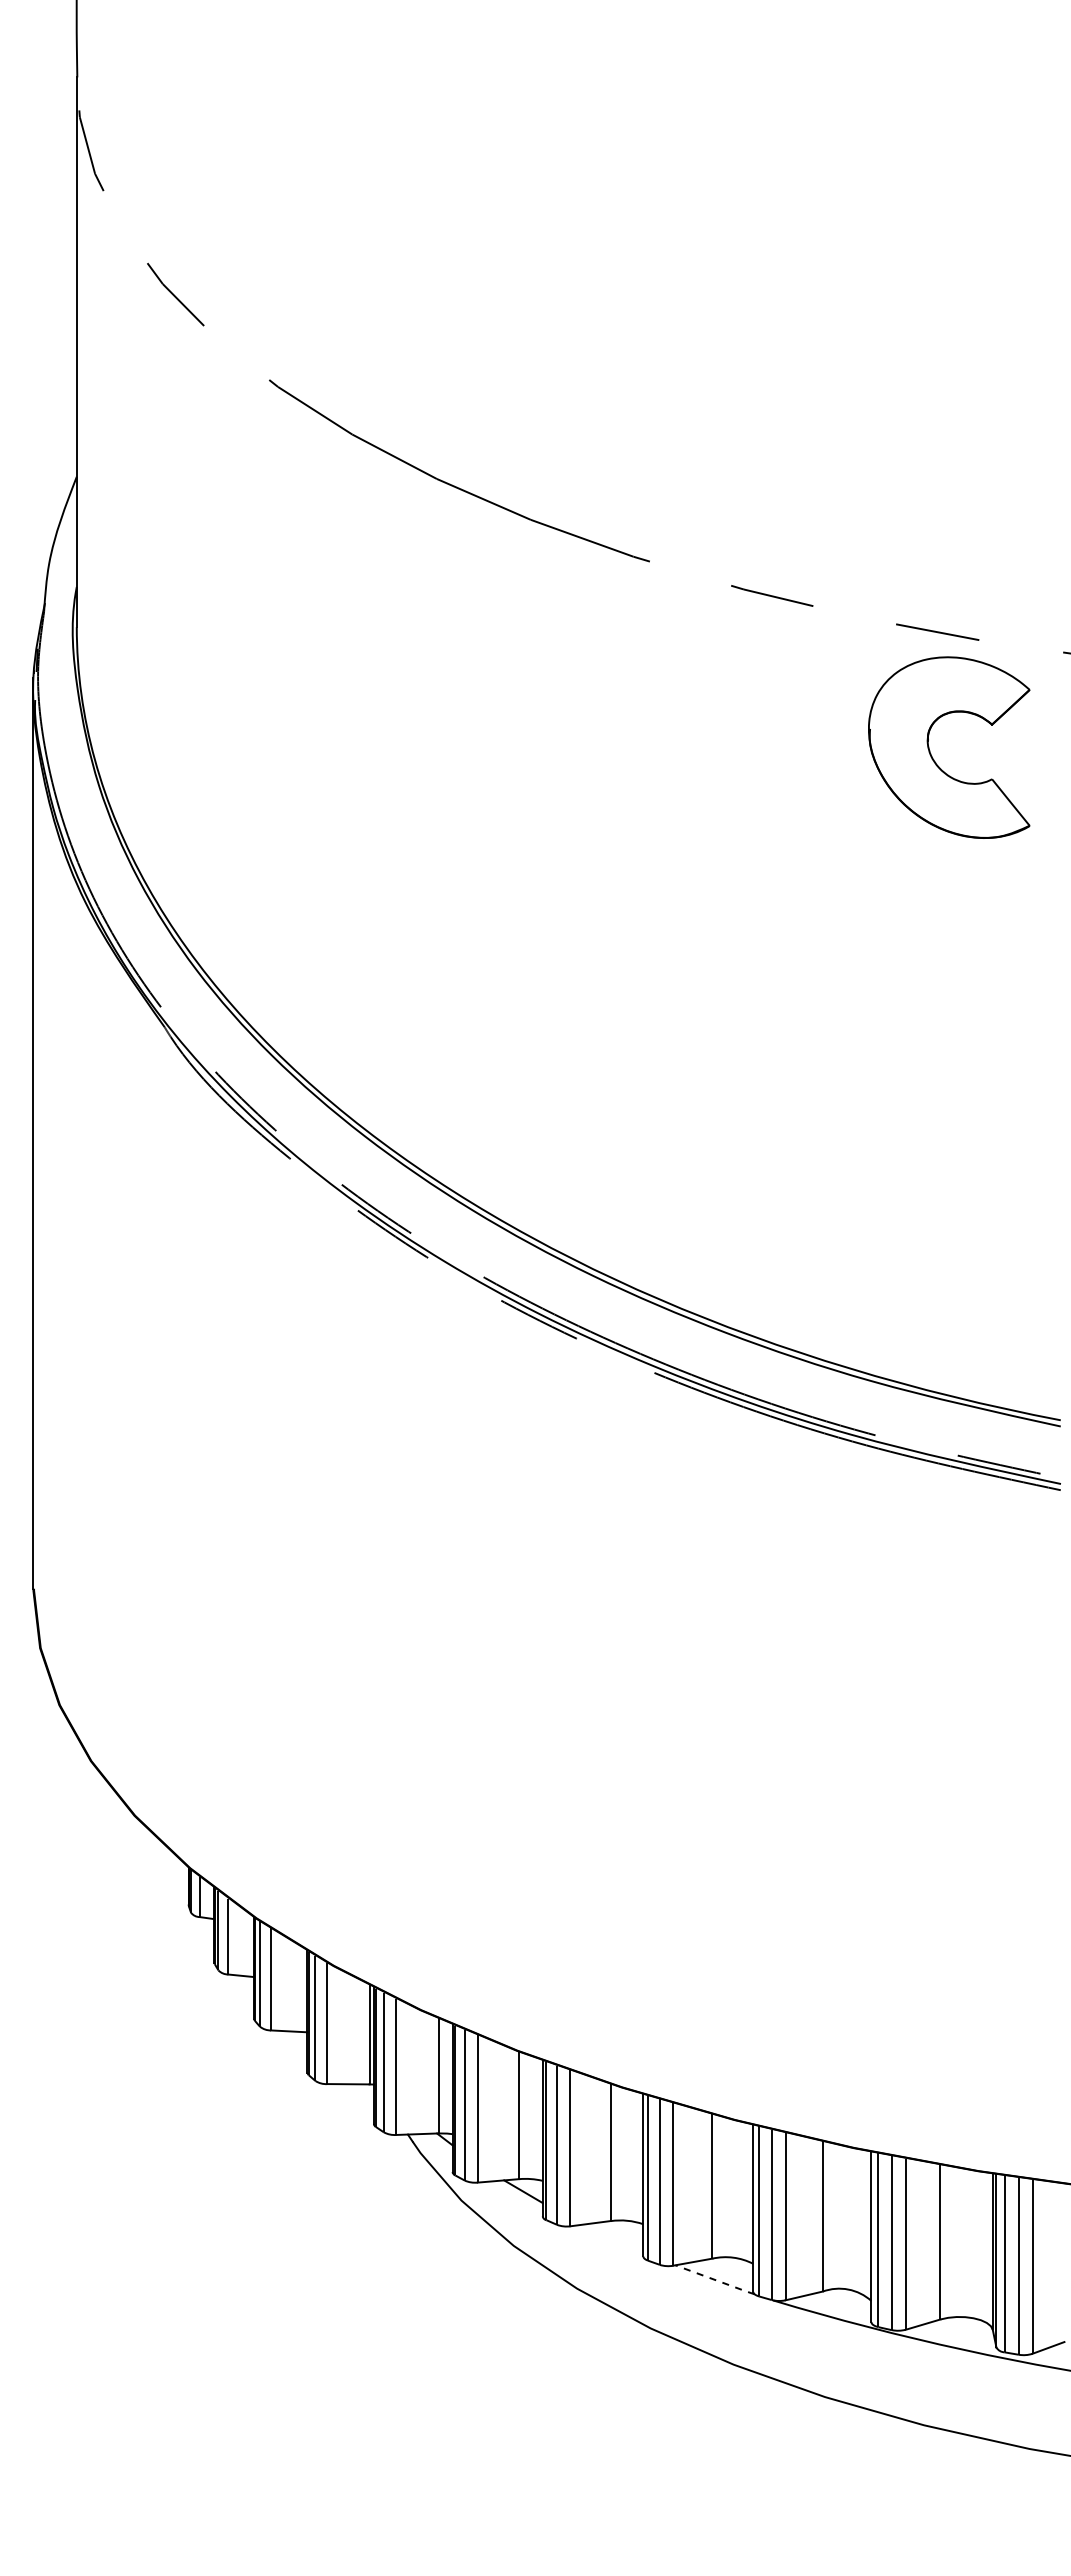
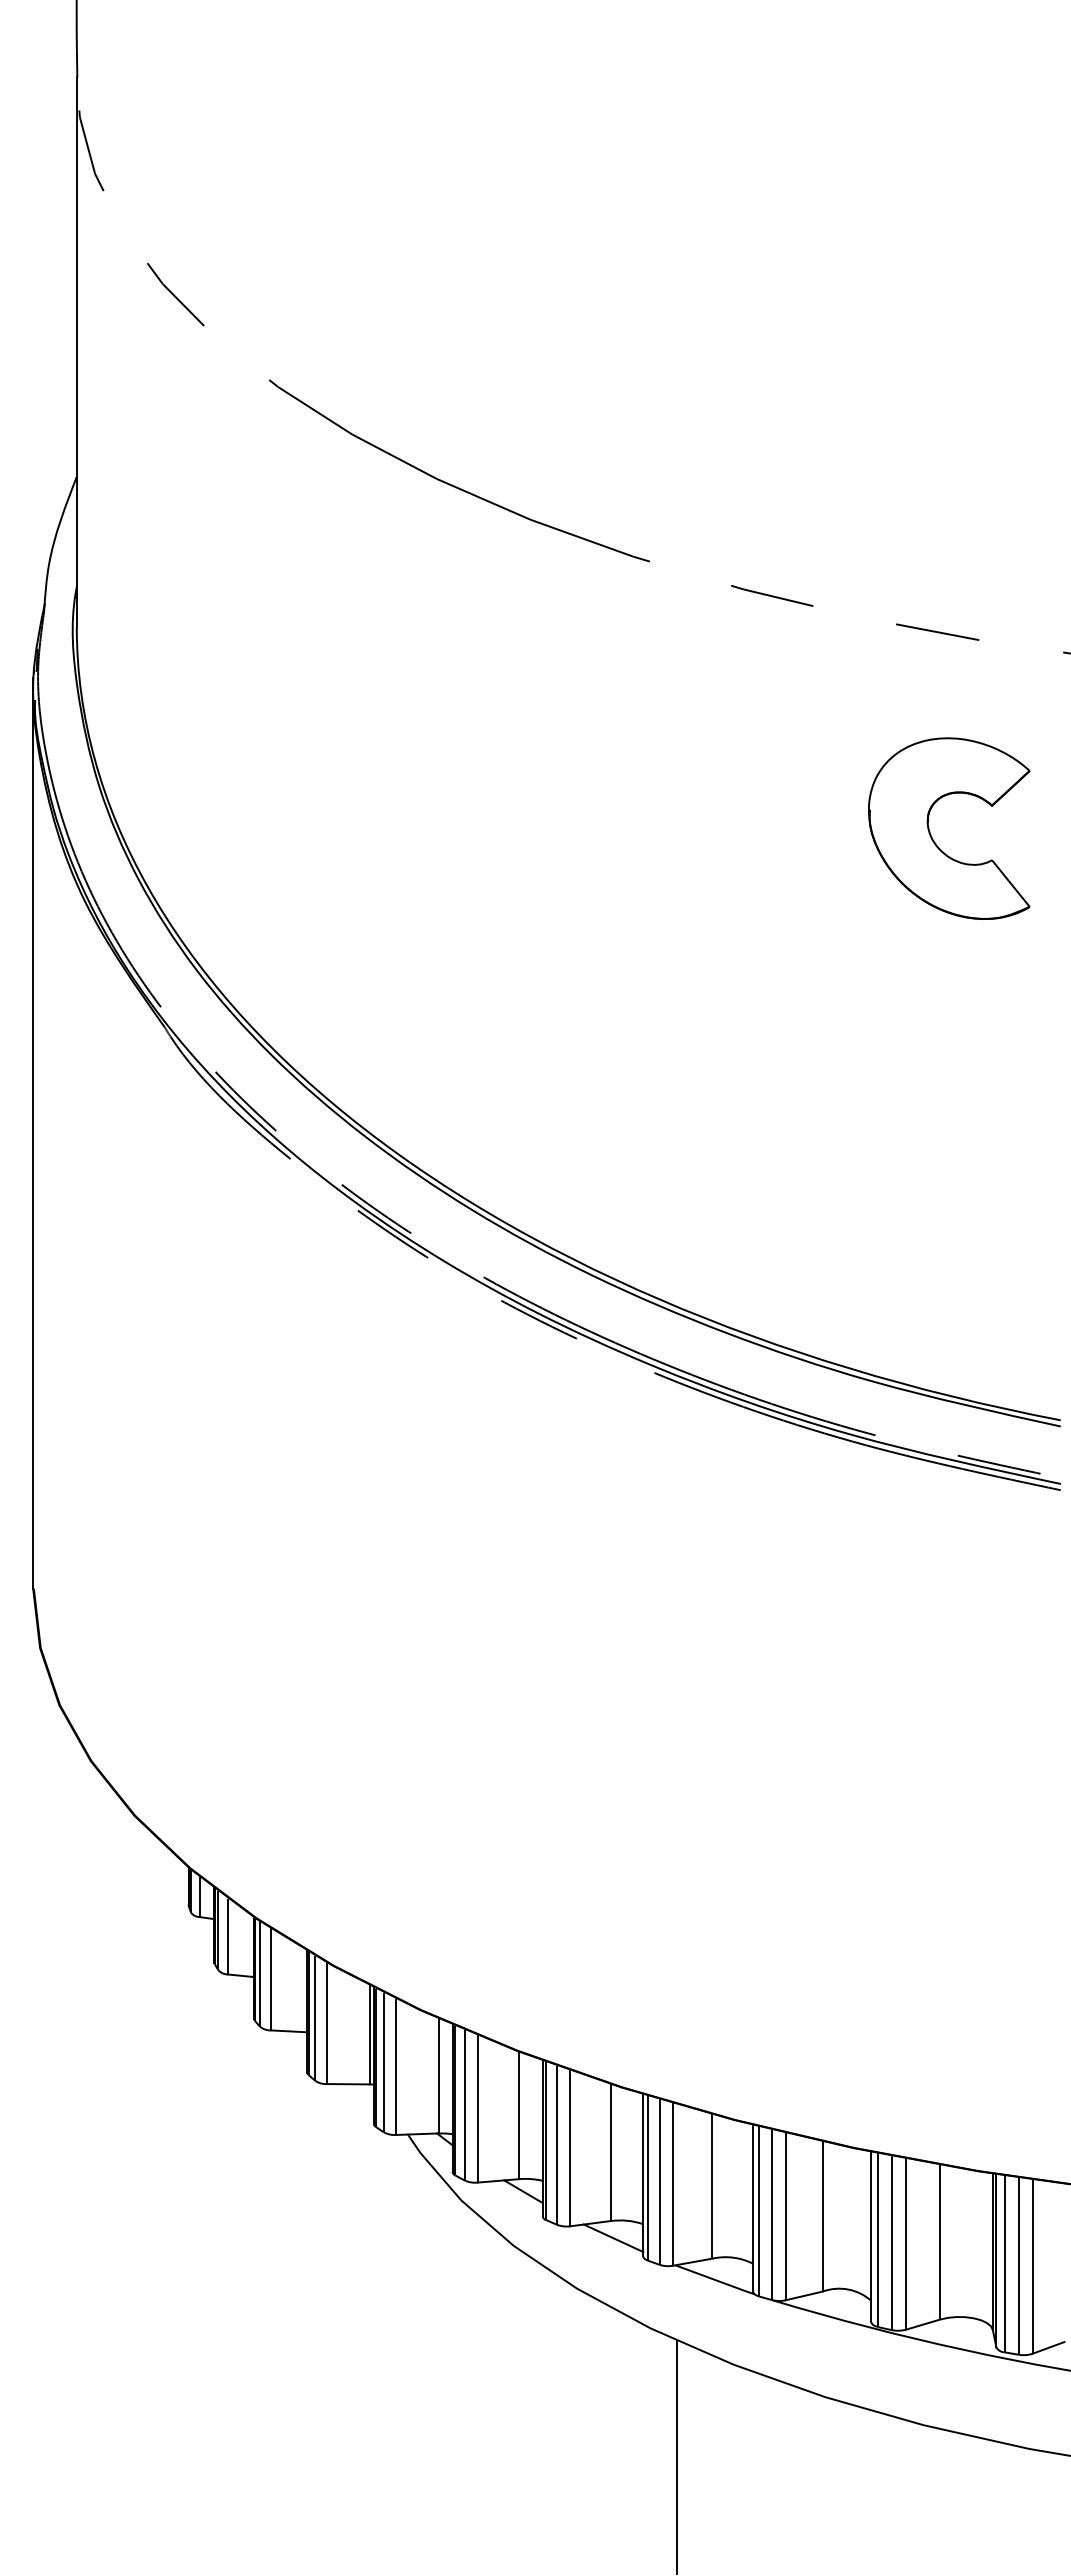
part at (931, 753) position: (931, 753) -> (931, 834)
line at (613, 2238): none -> present
line at (715, 2280): dashed -> solid
line at (677, 2456): none -> present
